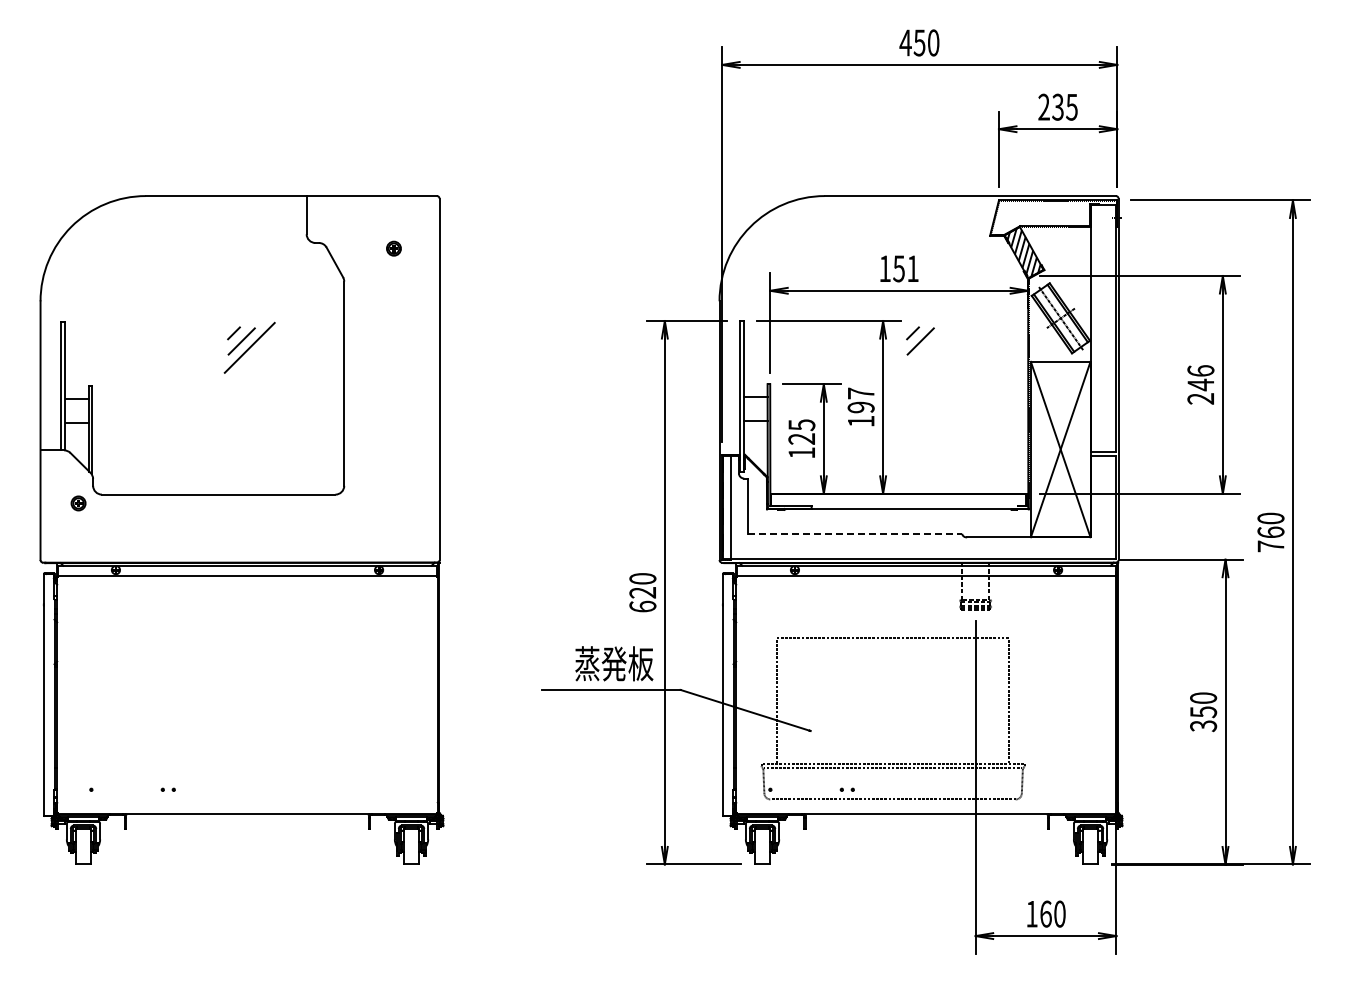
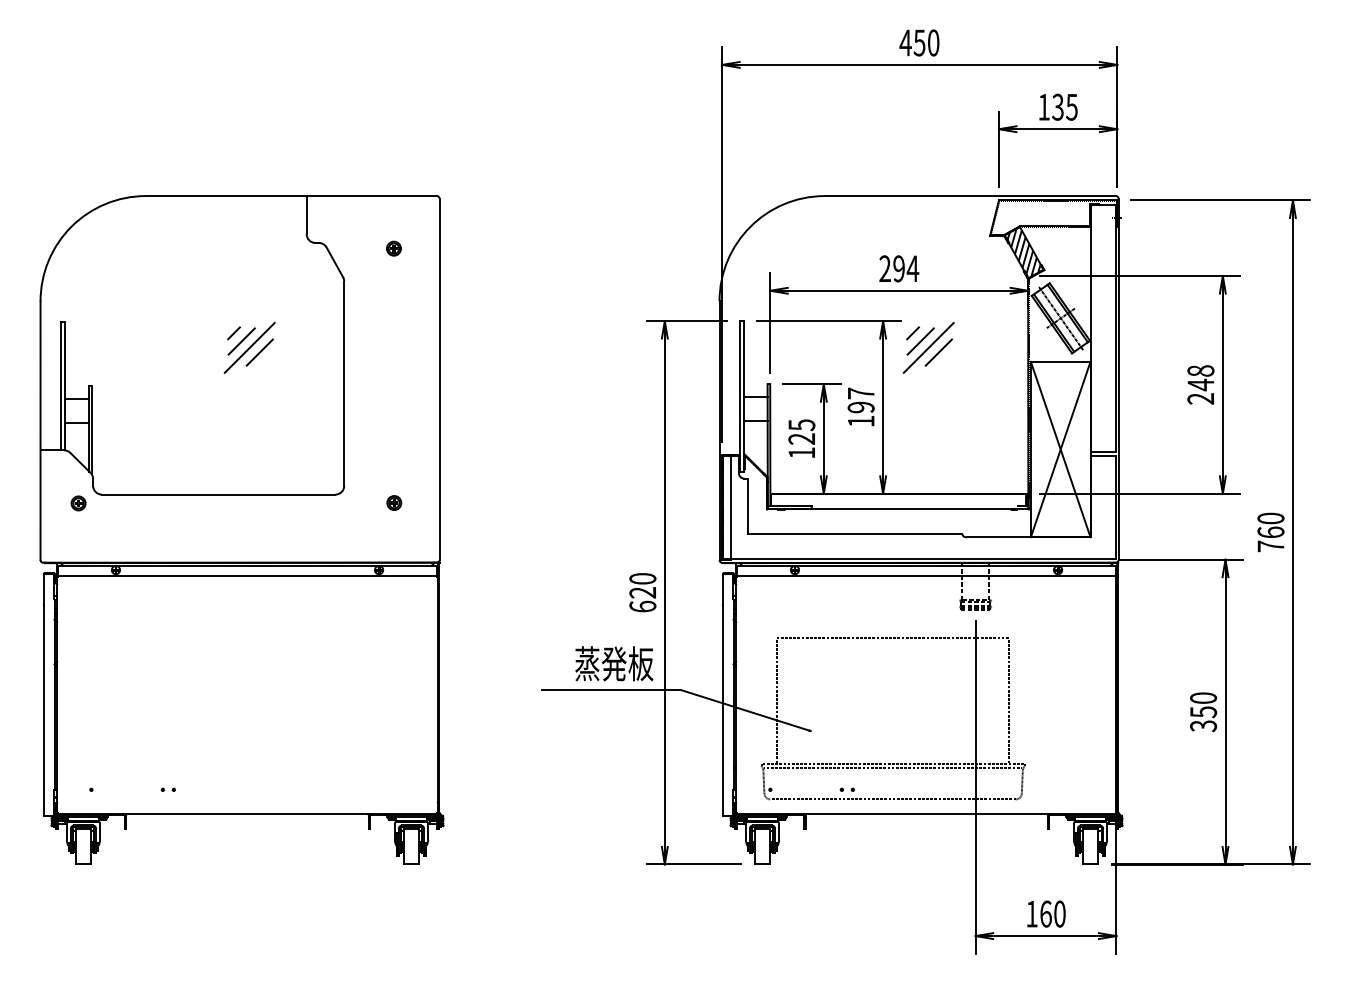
text at (1043, 106): 235 -> 135
text at (899, 268): 151 -> 294
line at (928, 347): none -> present
line at (259, 352): none -> present
line at (938, 352): none -> present
text at (1200, 370): 246 -> 248
part at (394, 502): none -> present
line at (855, 533): dashed -> solid
